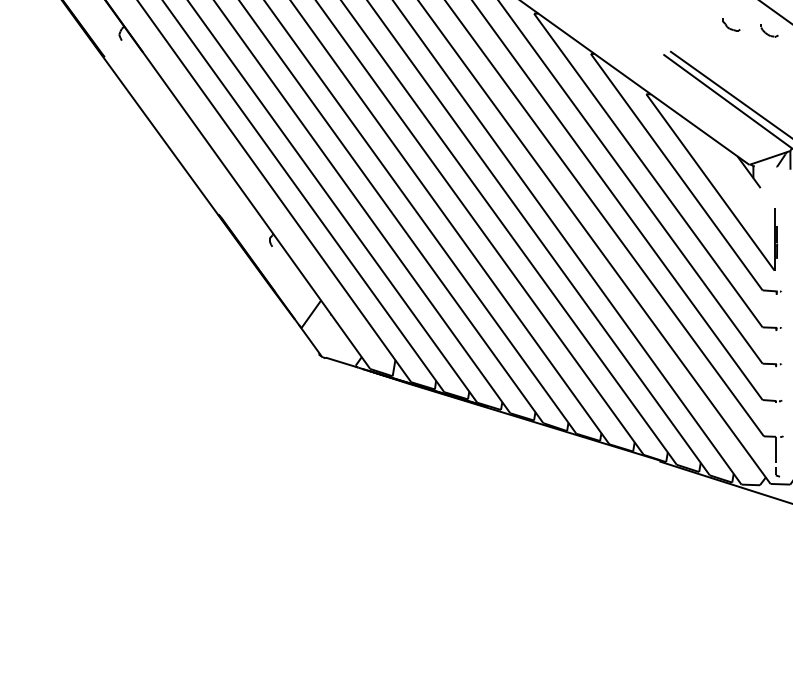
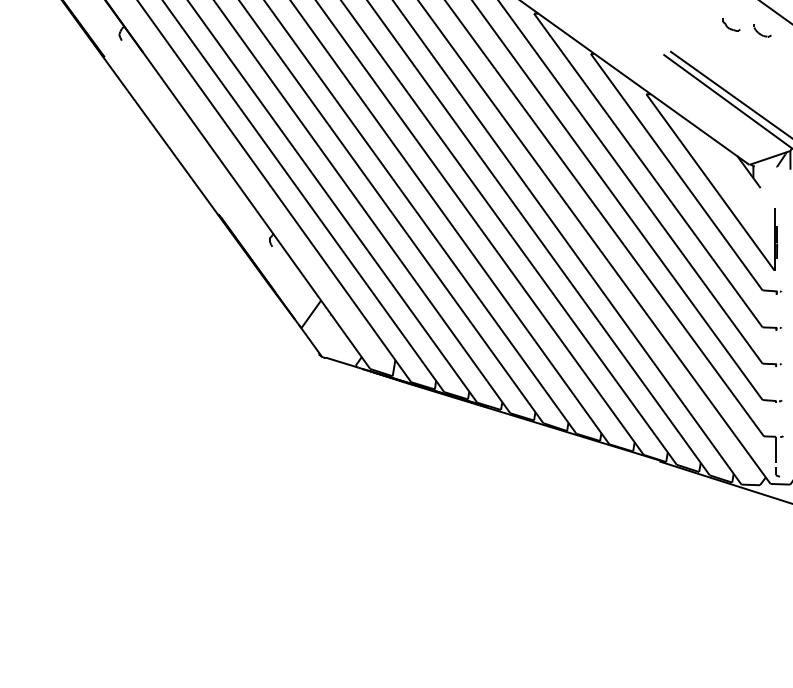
part at (769, 30) position: (769, 30) -> (762, 30)
